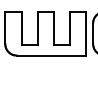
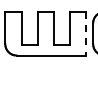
line at (86, 33): solid -> dashed
